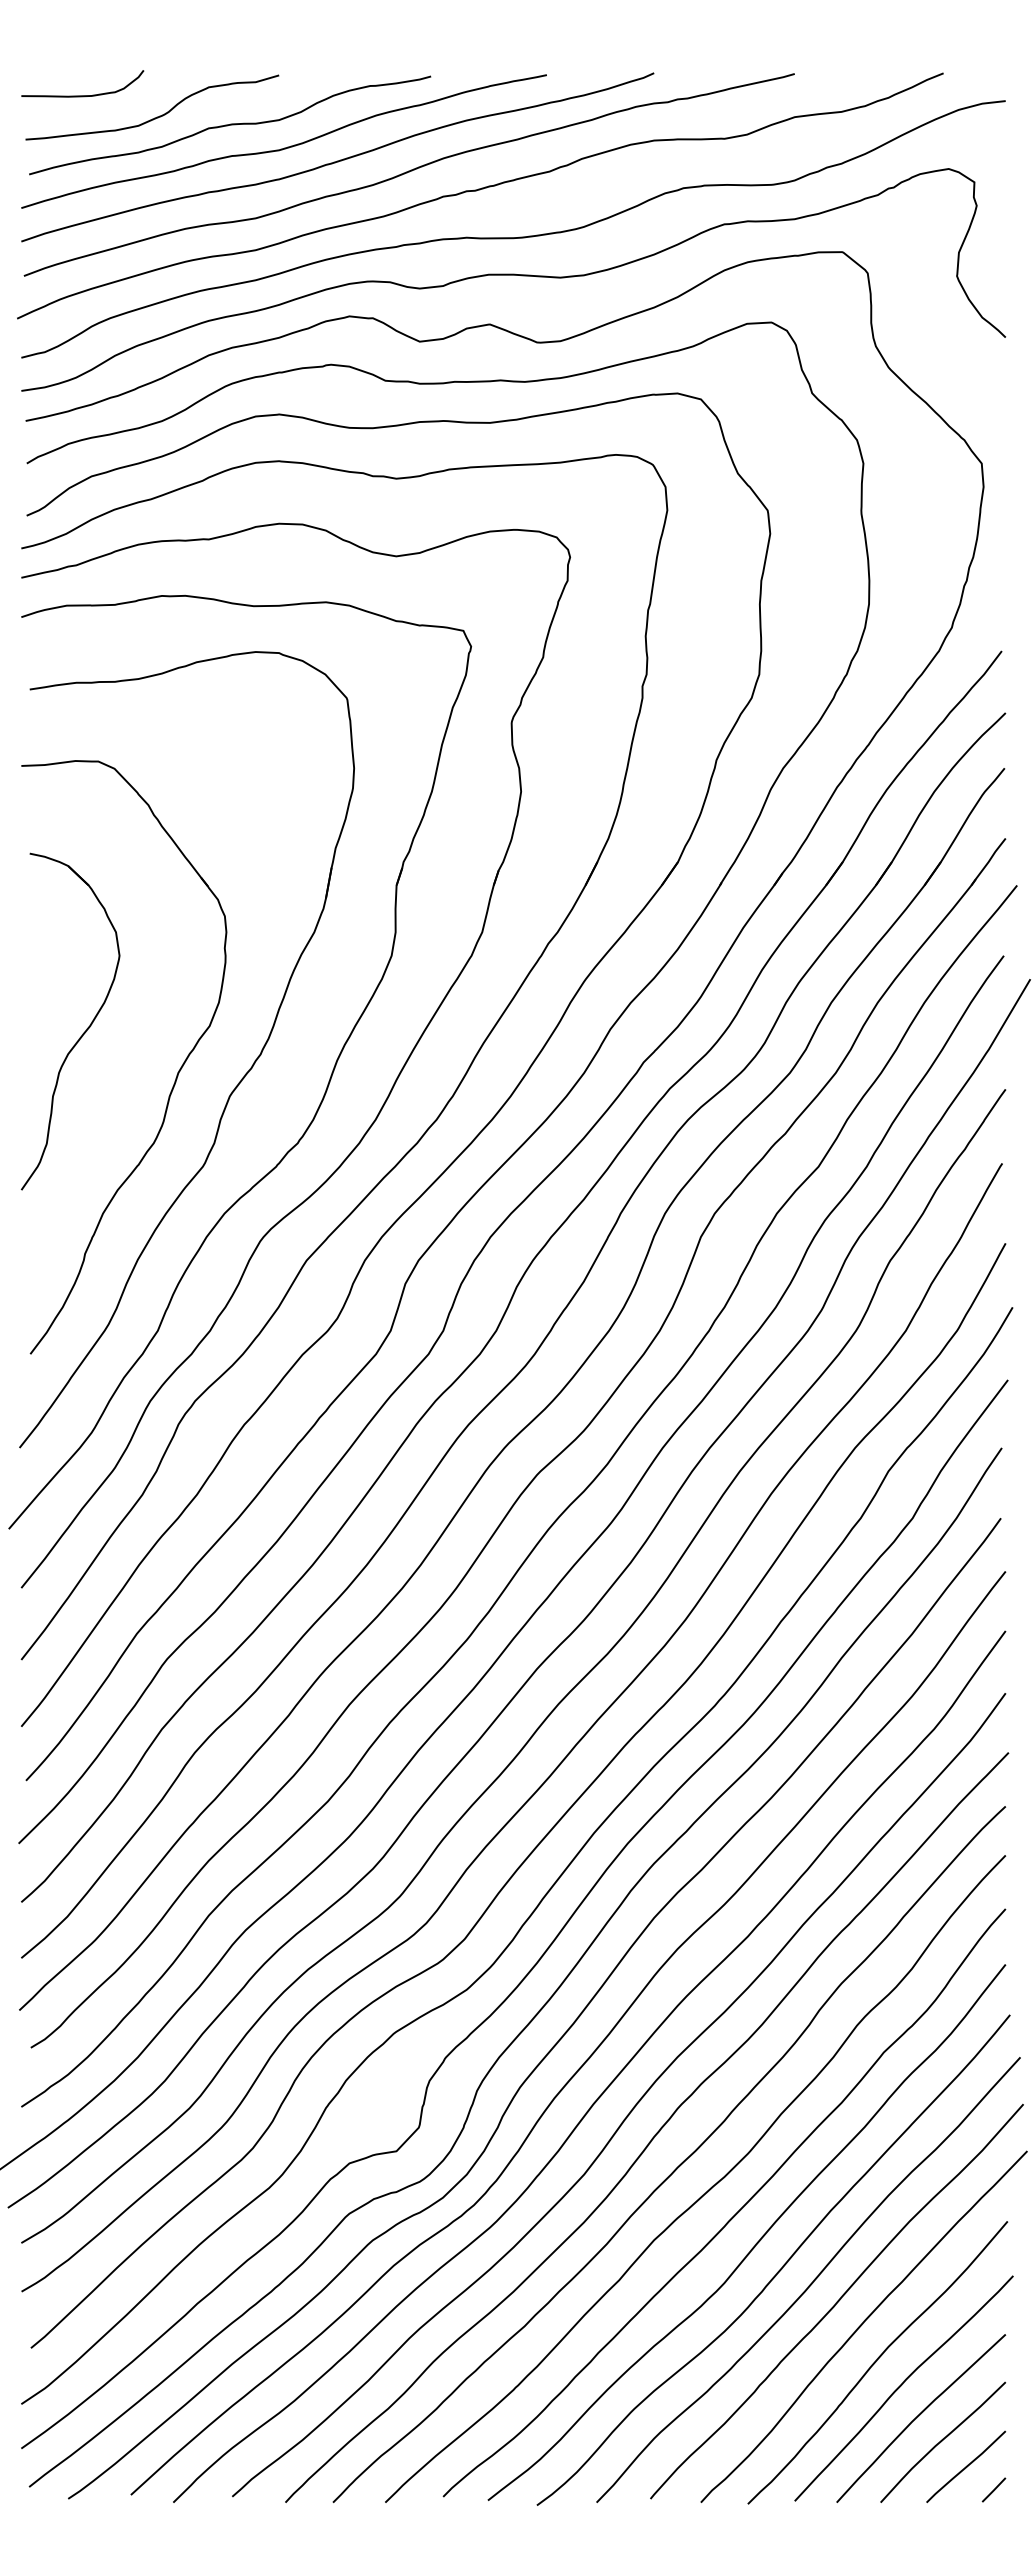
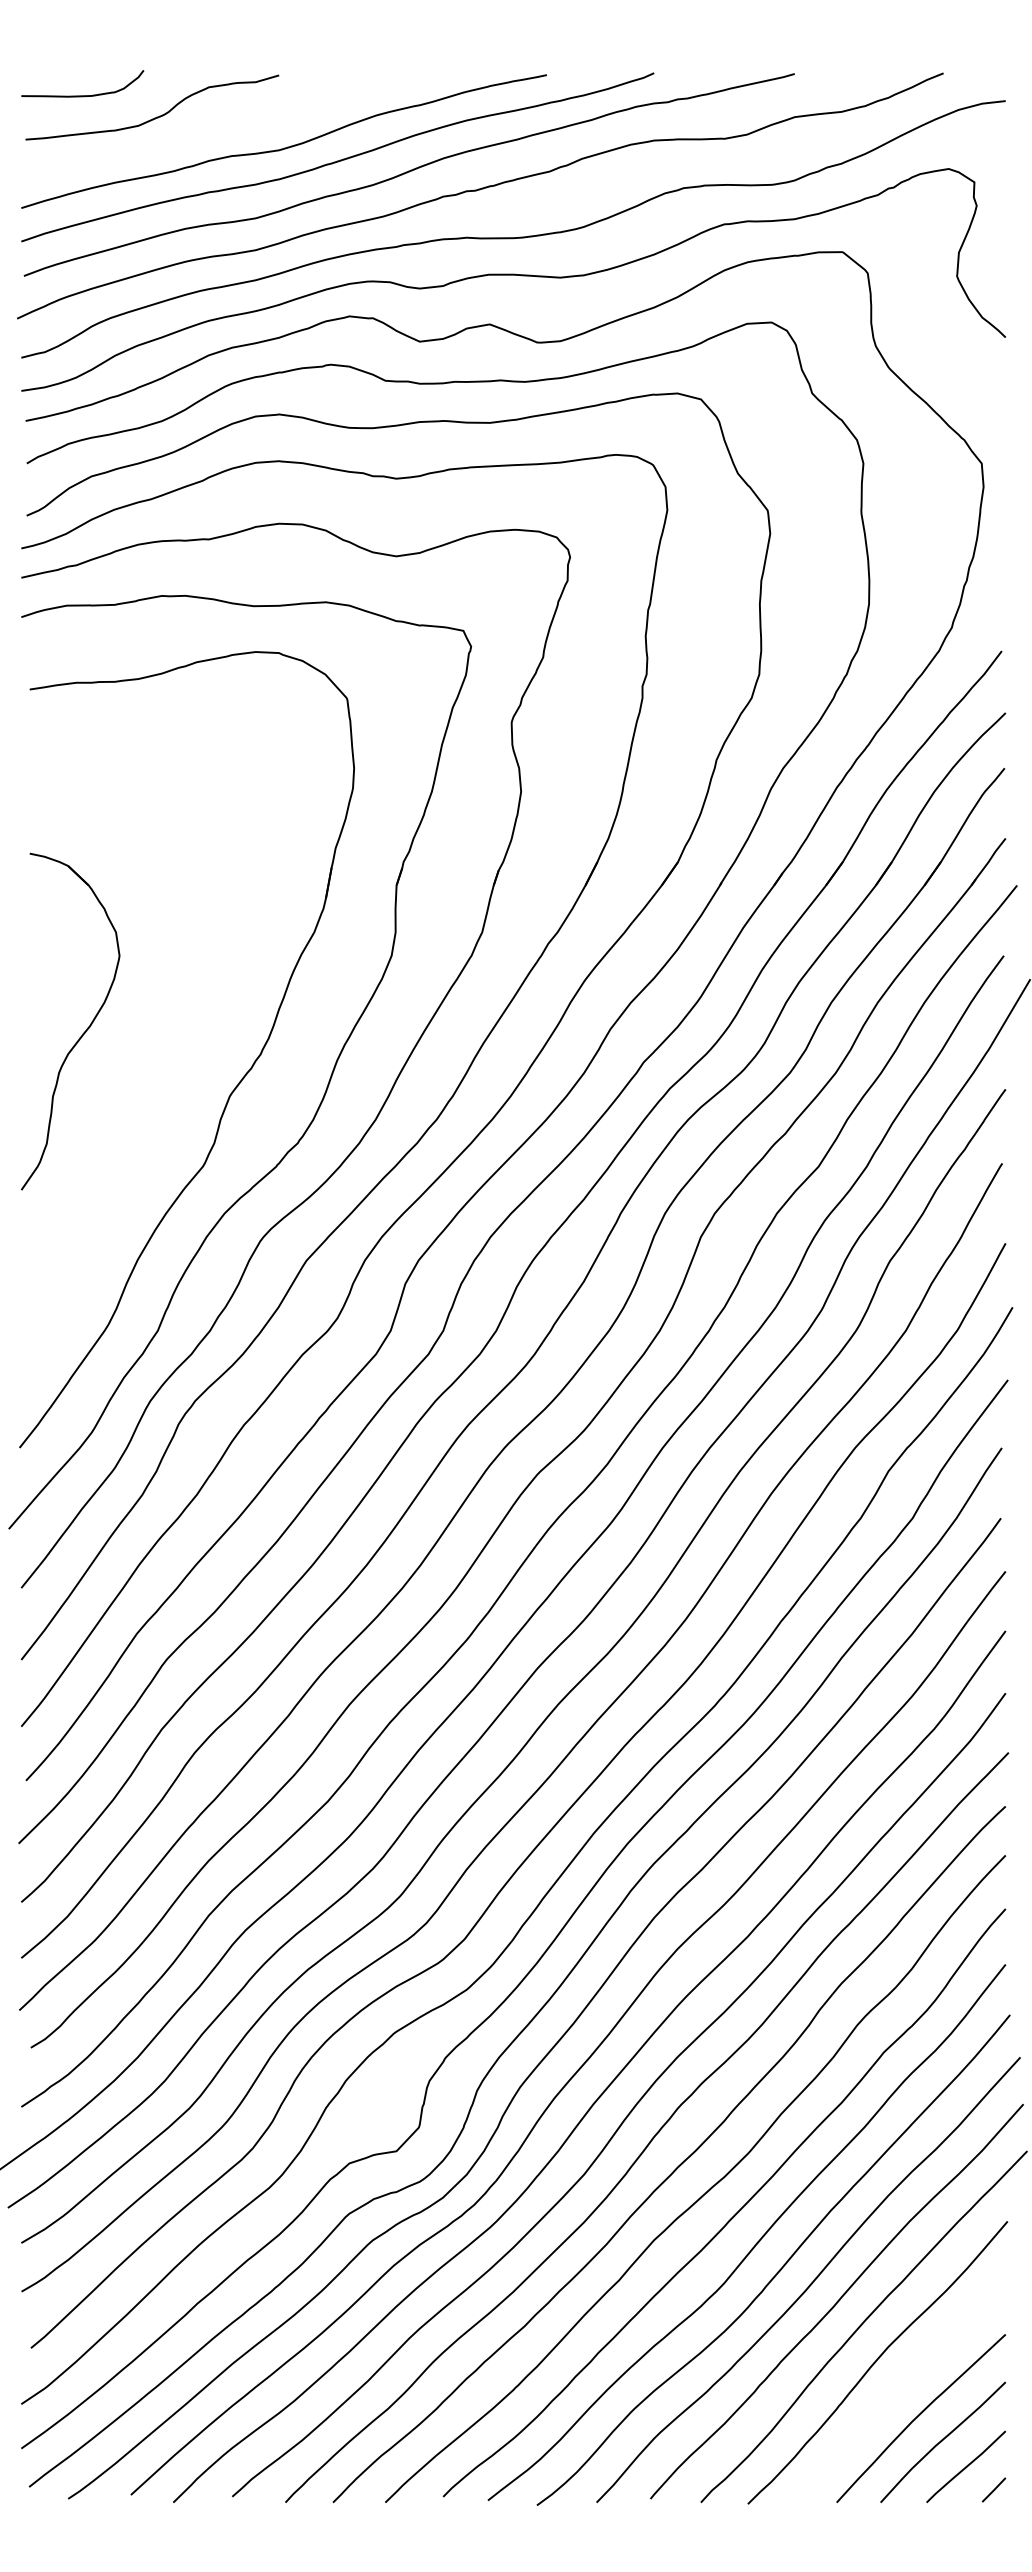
curve at (230, 125): present -> none
part at (176, 1074): present -> none
curve at (901, 2386): present -> none
